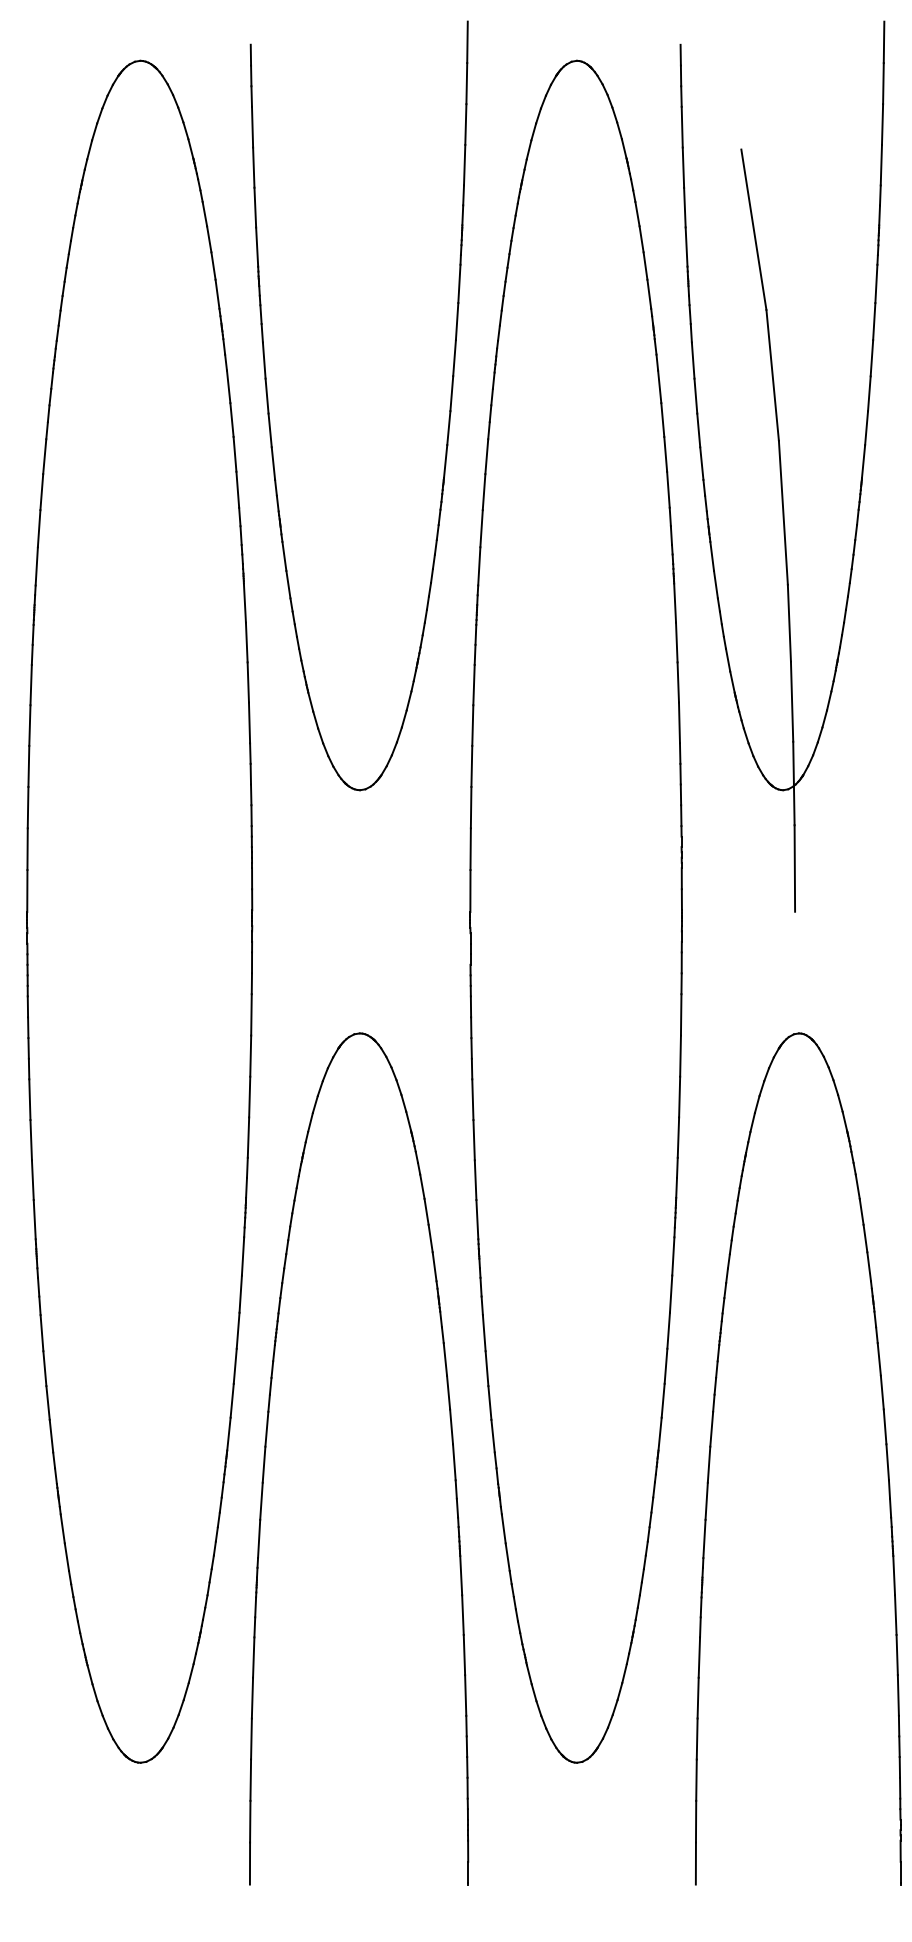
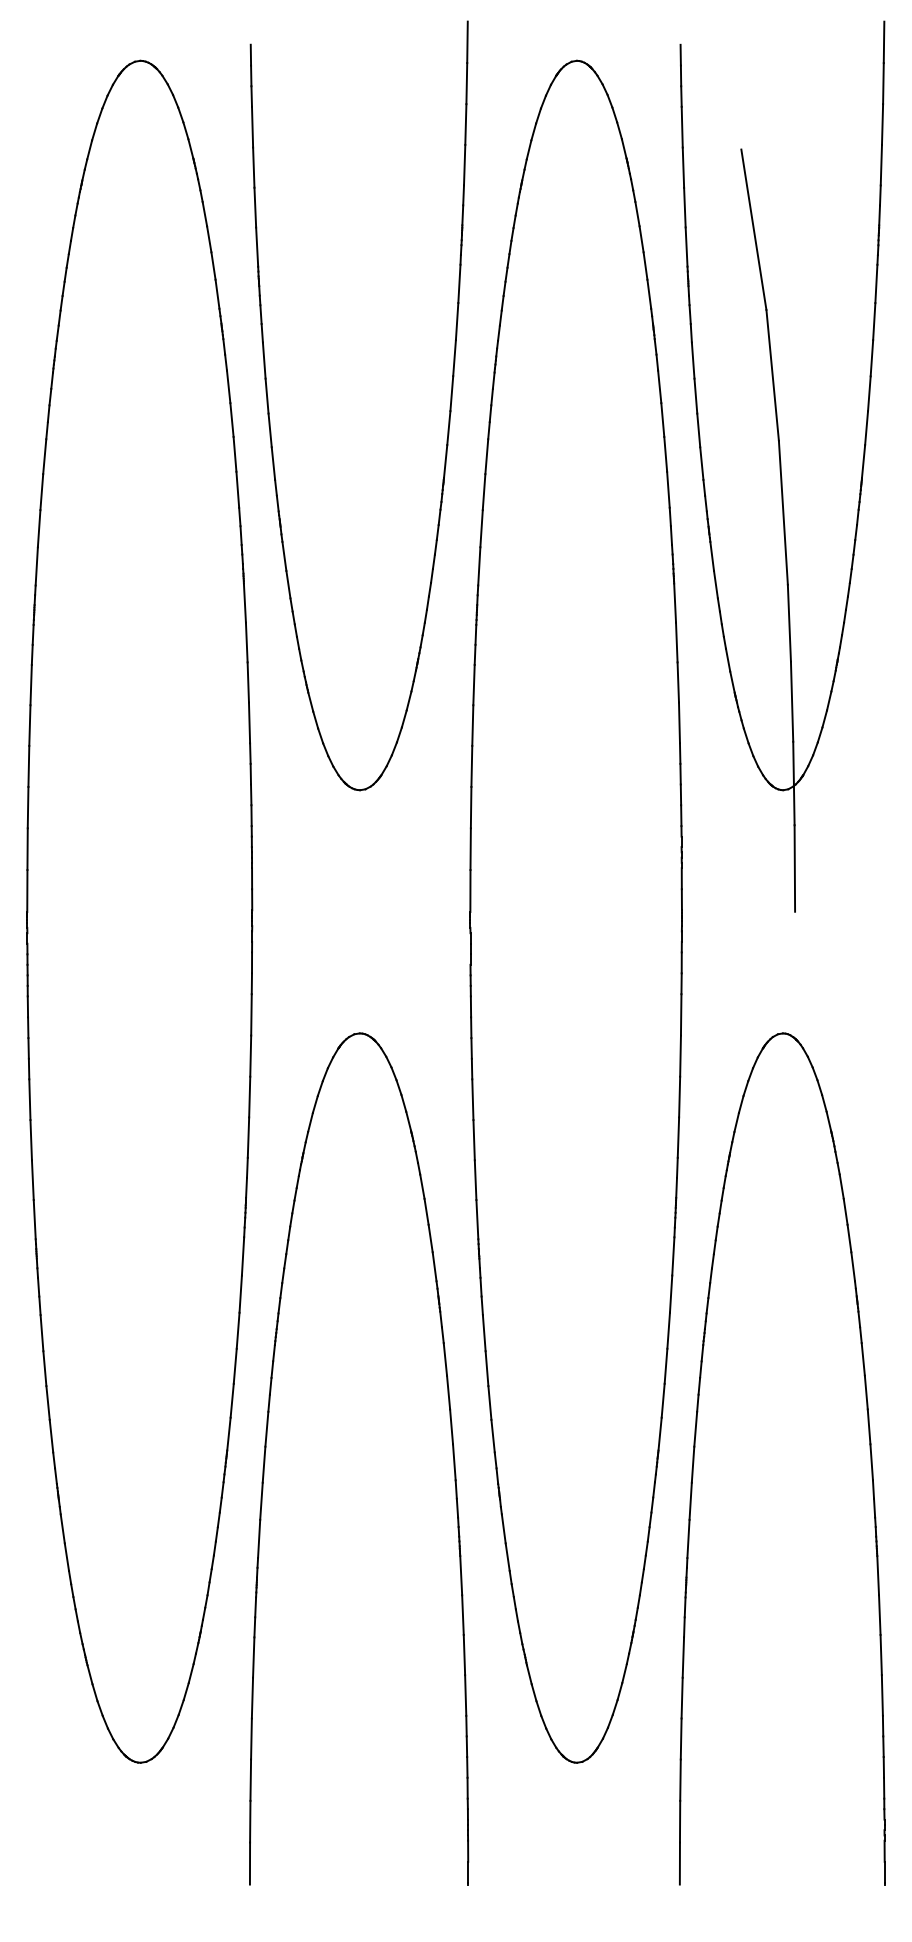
part at (885, 1449) position: (885, 1449) -> (869, 1449)
